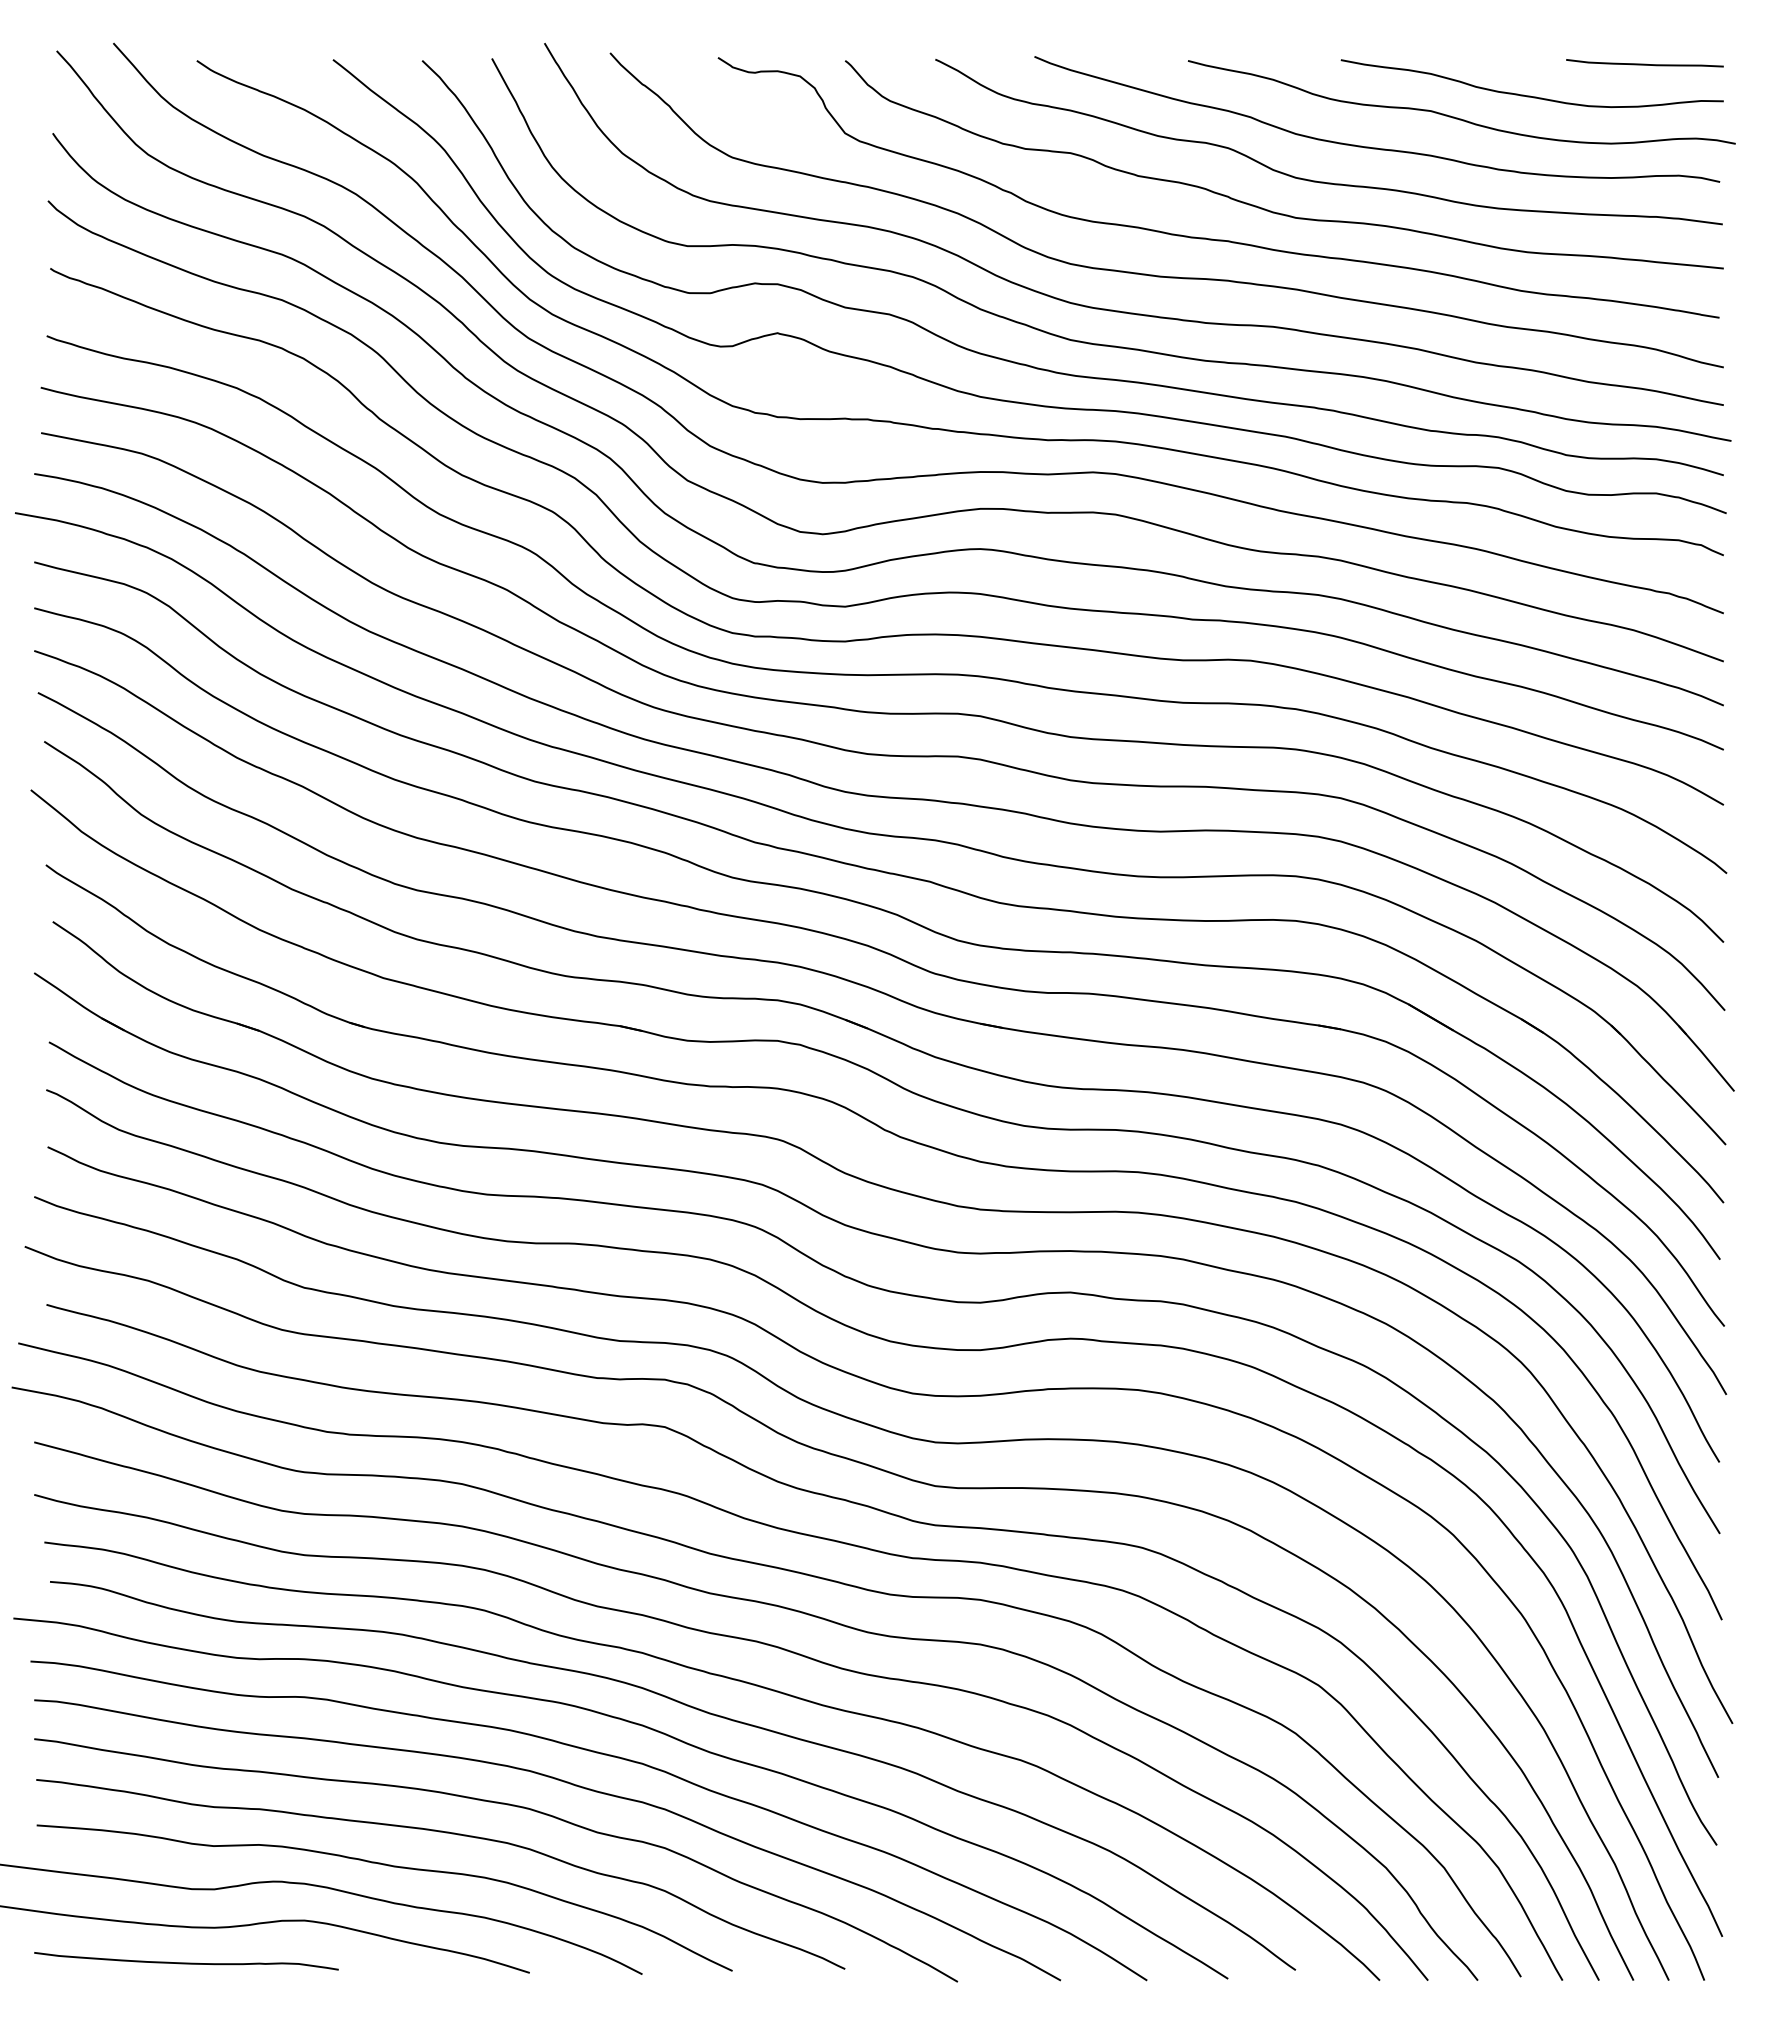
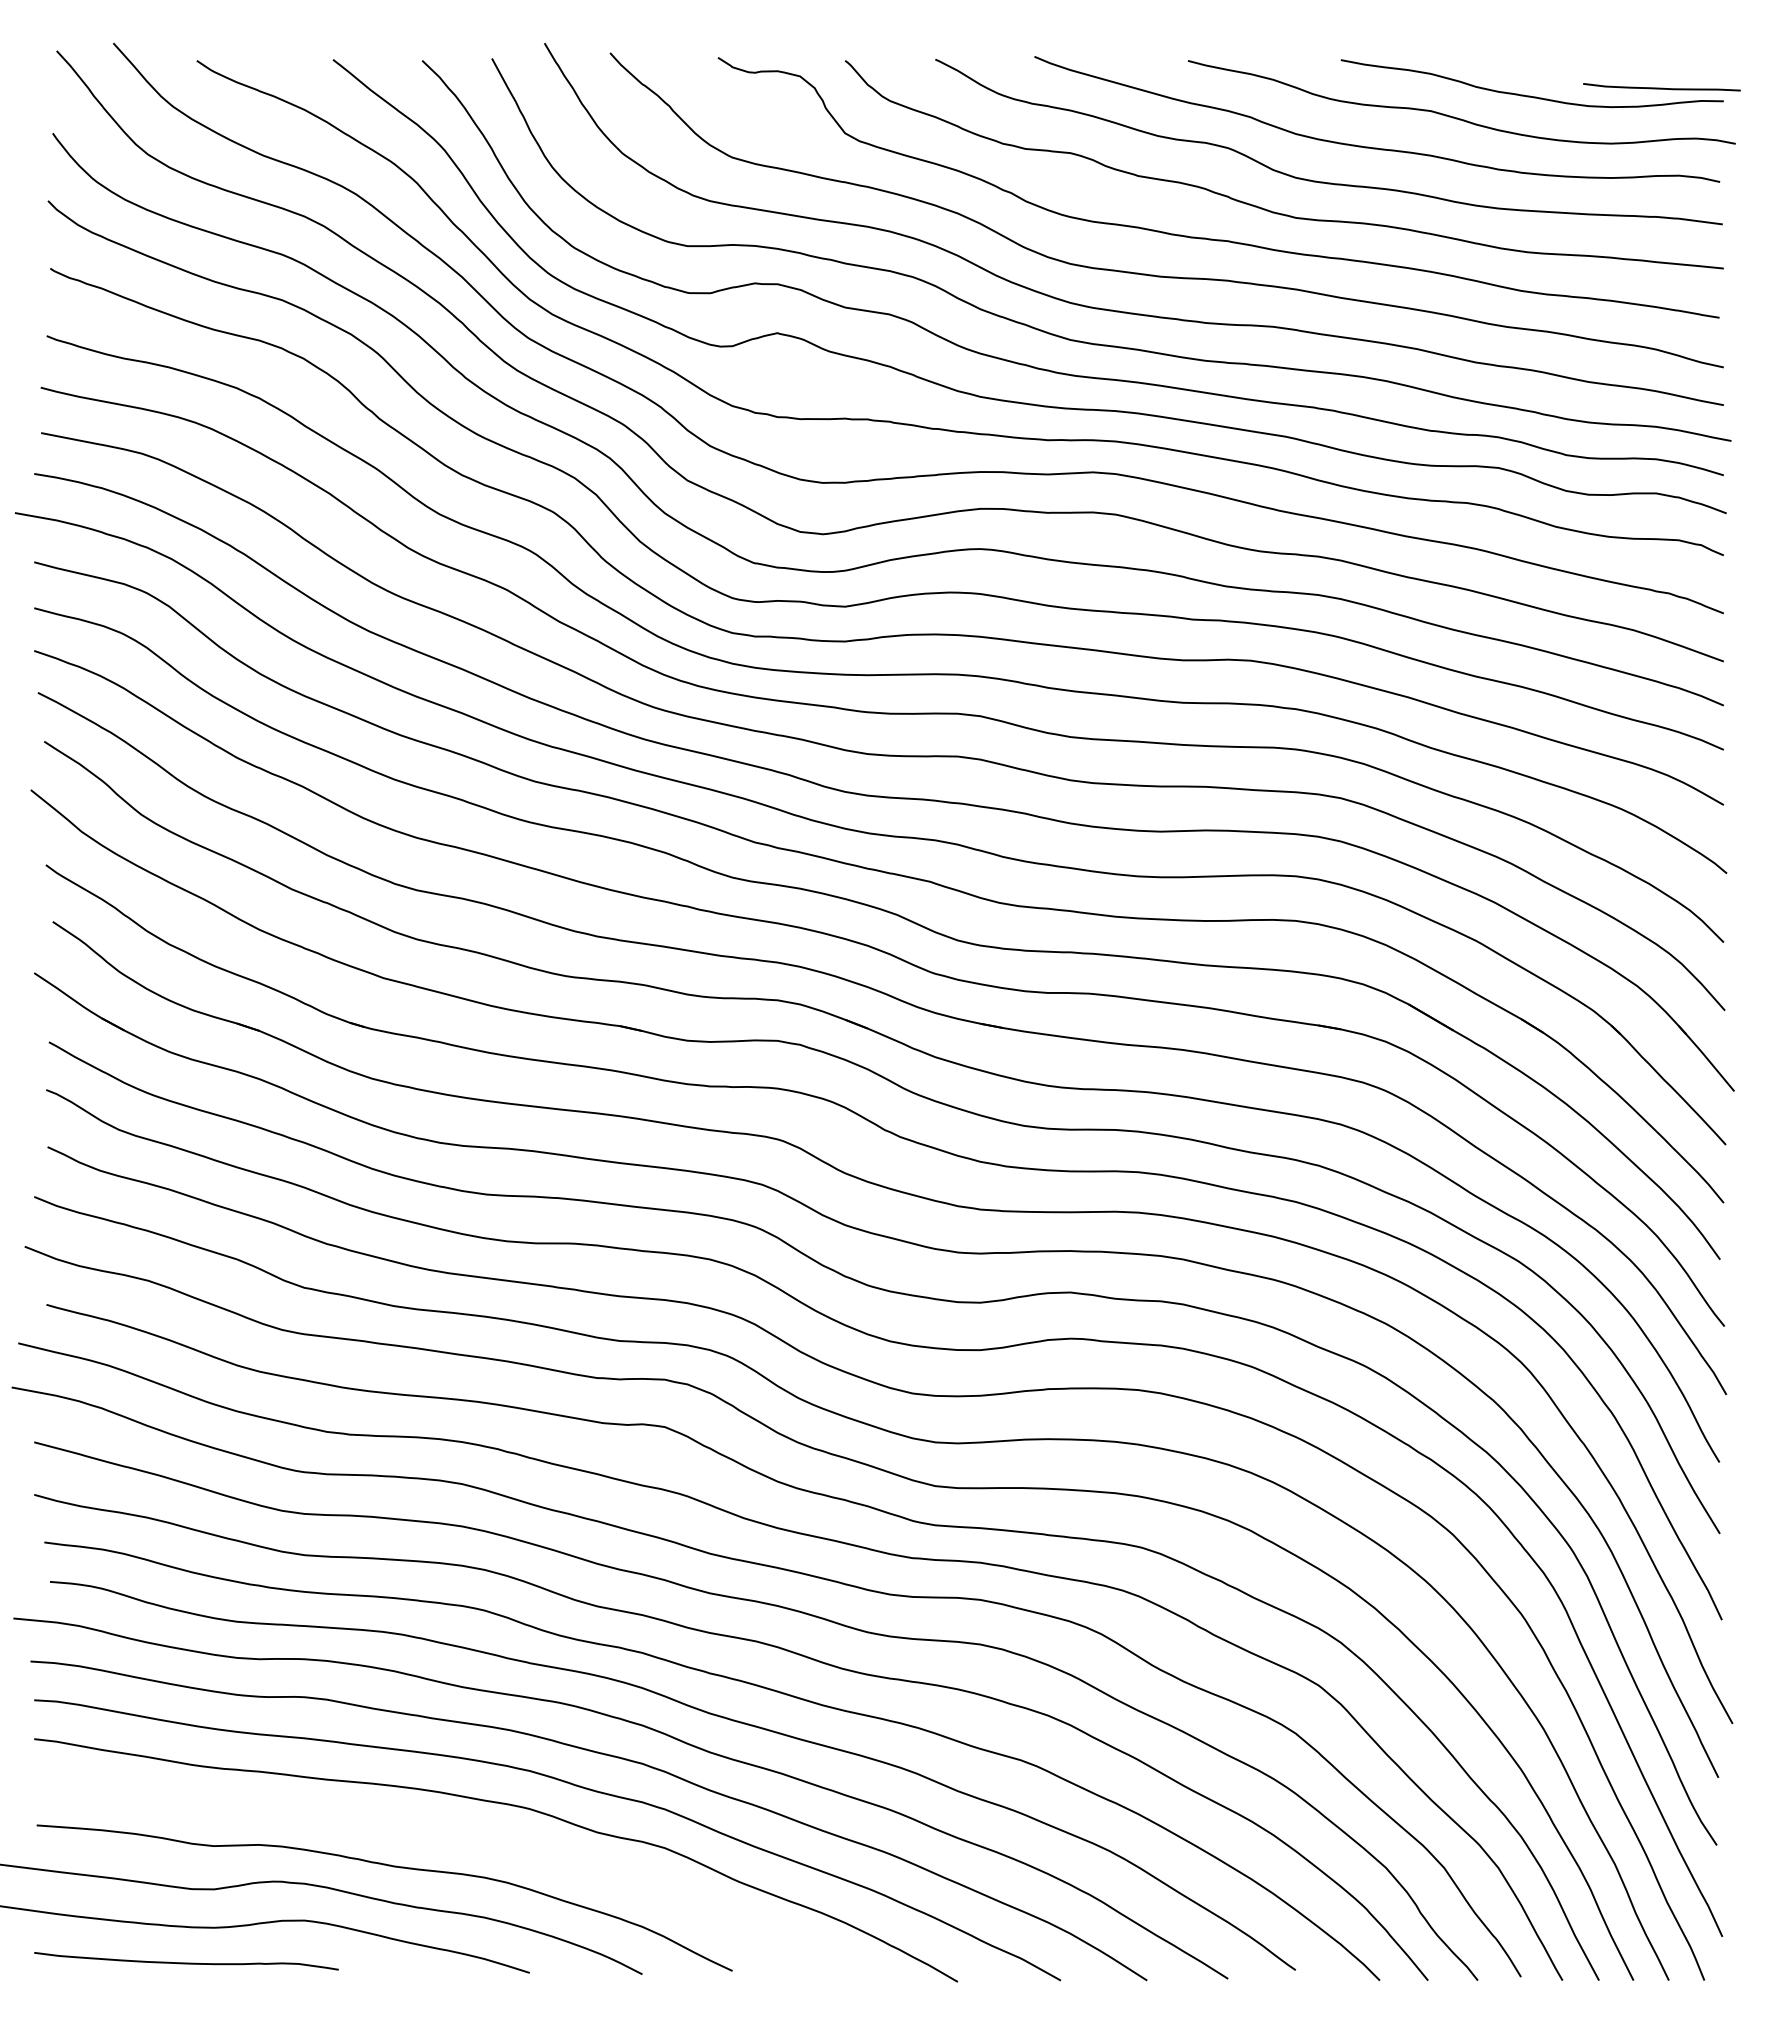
curve at (1644, 63) position: (1644, 63) -> (1661, 87)
curve at (445, 1833): present -> none
